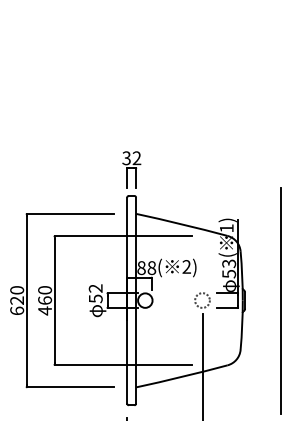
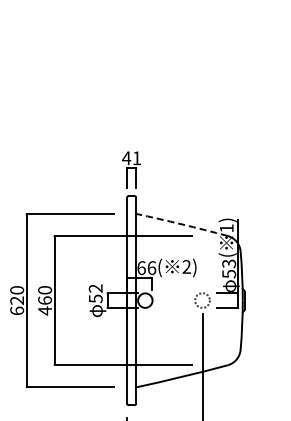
text at (131, 158): 32 -> 41
arc at (182, 224): solid -> dashed
text at (146, 267): 88 -> 66
line at (281, 300): present -> none
